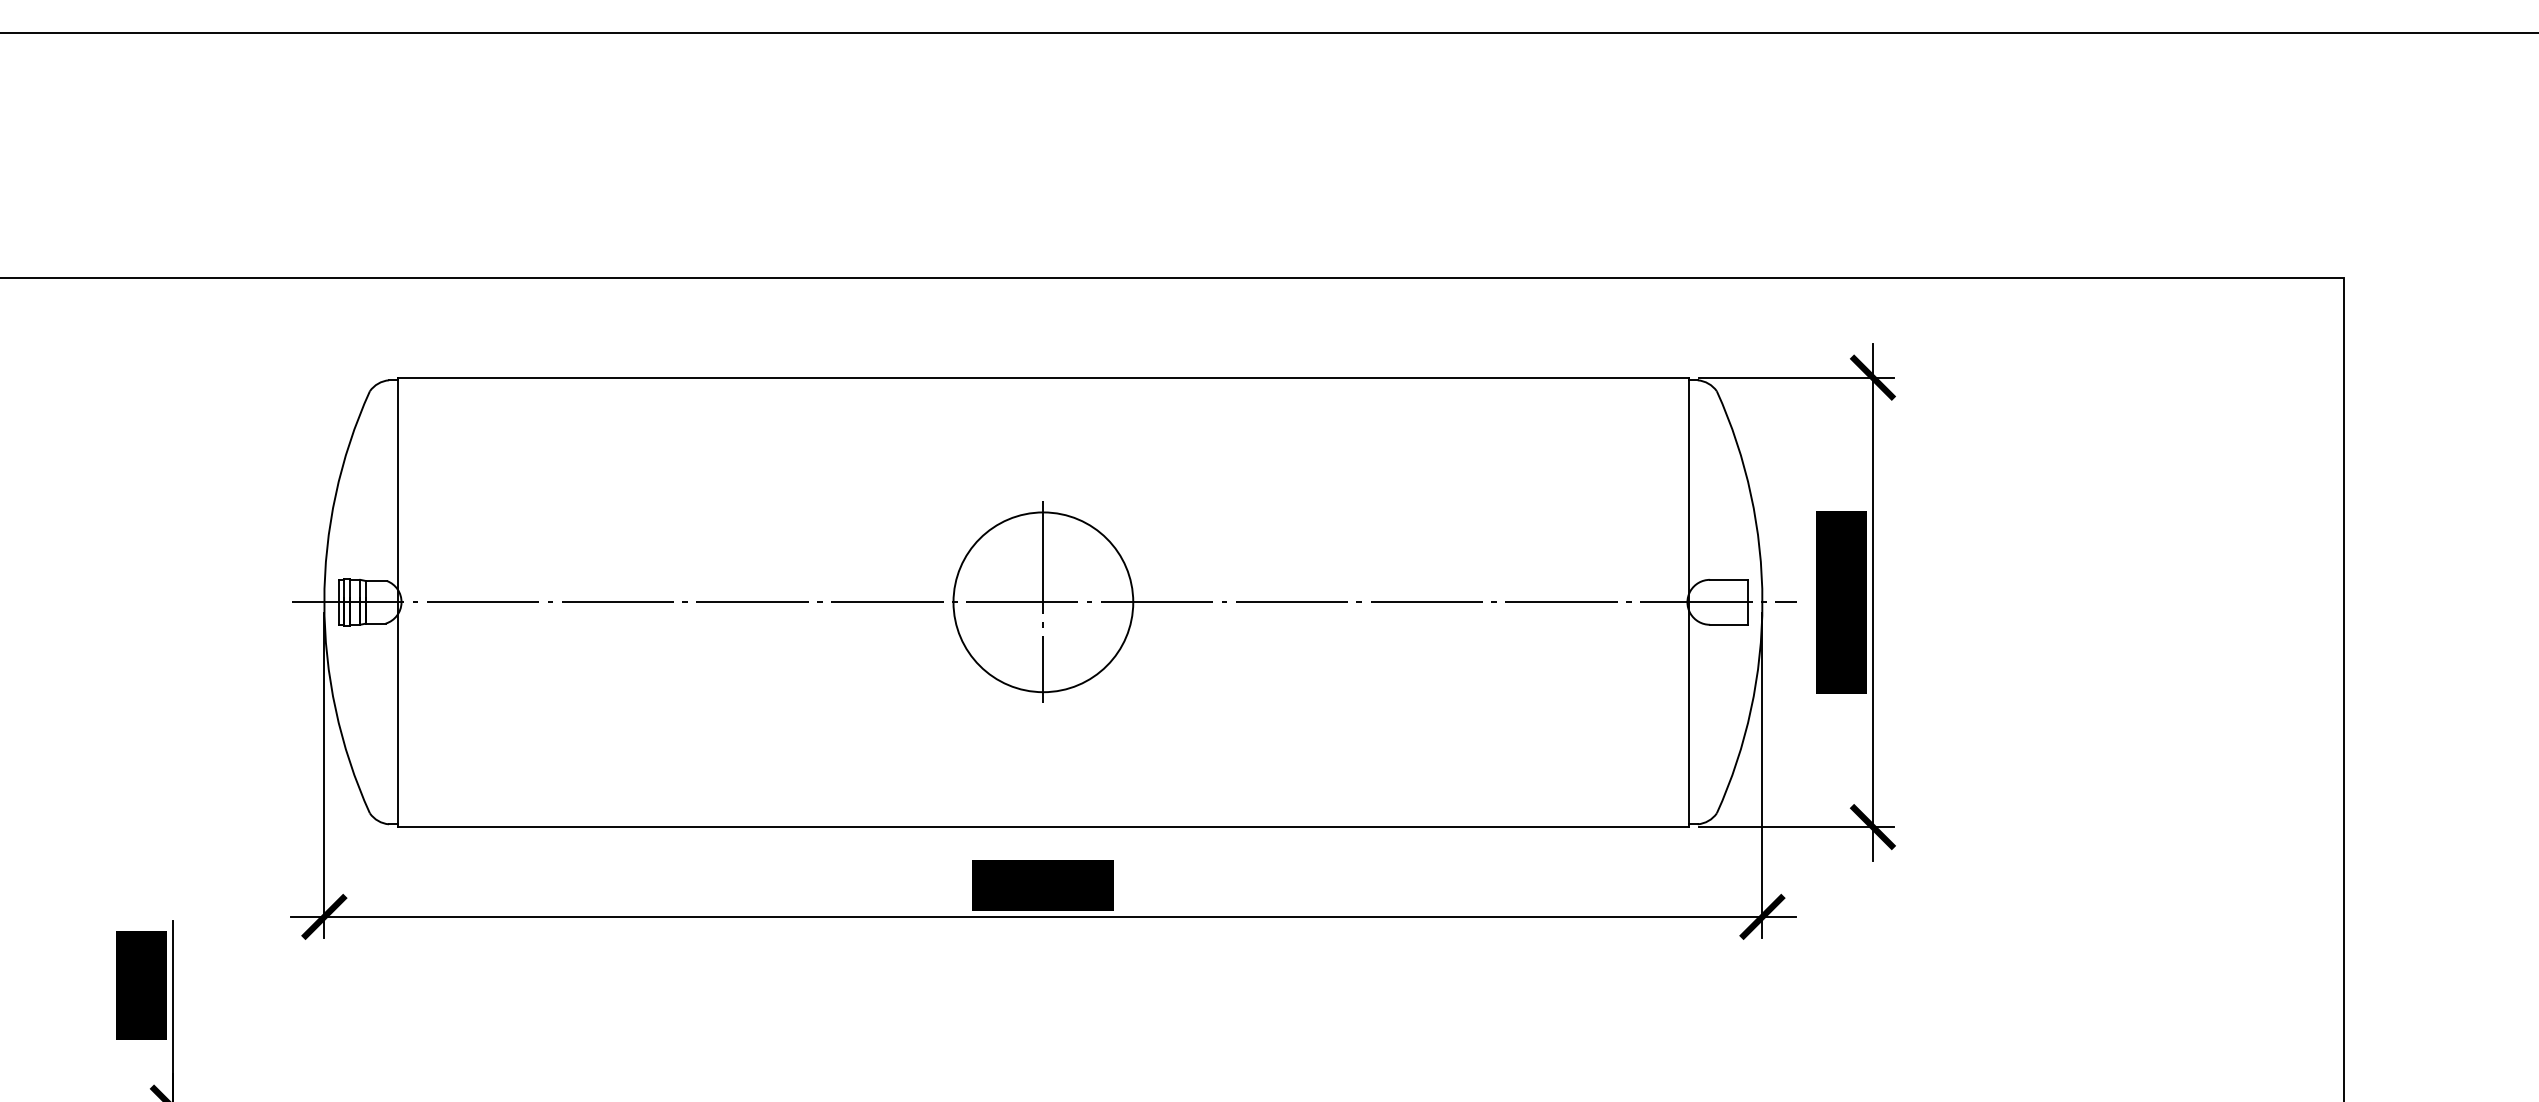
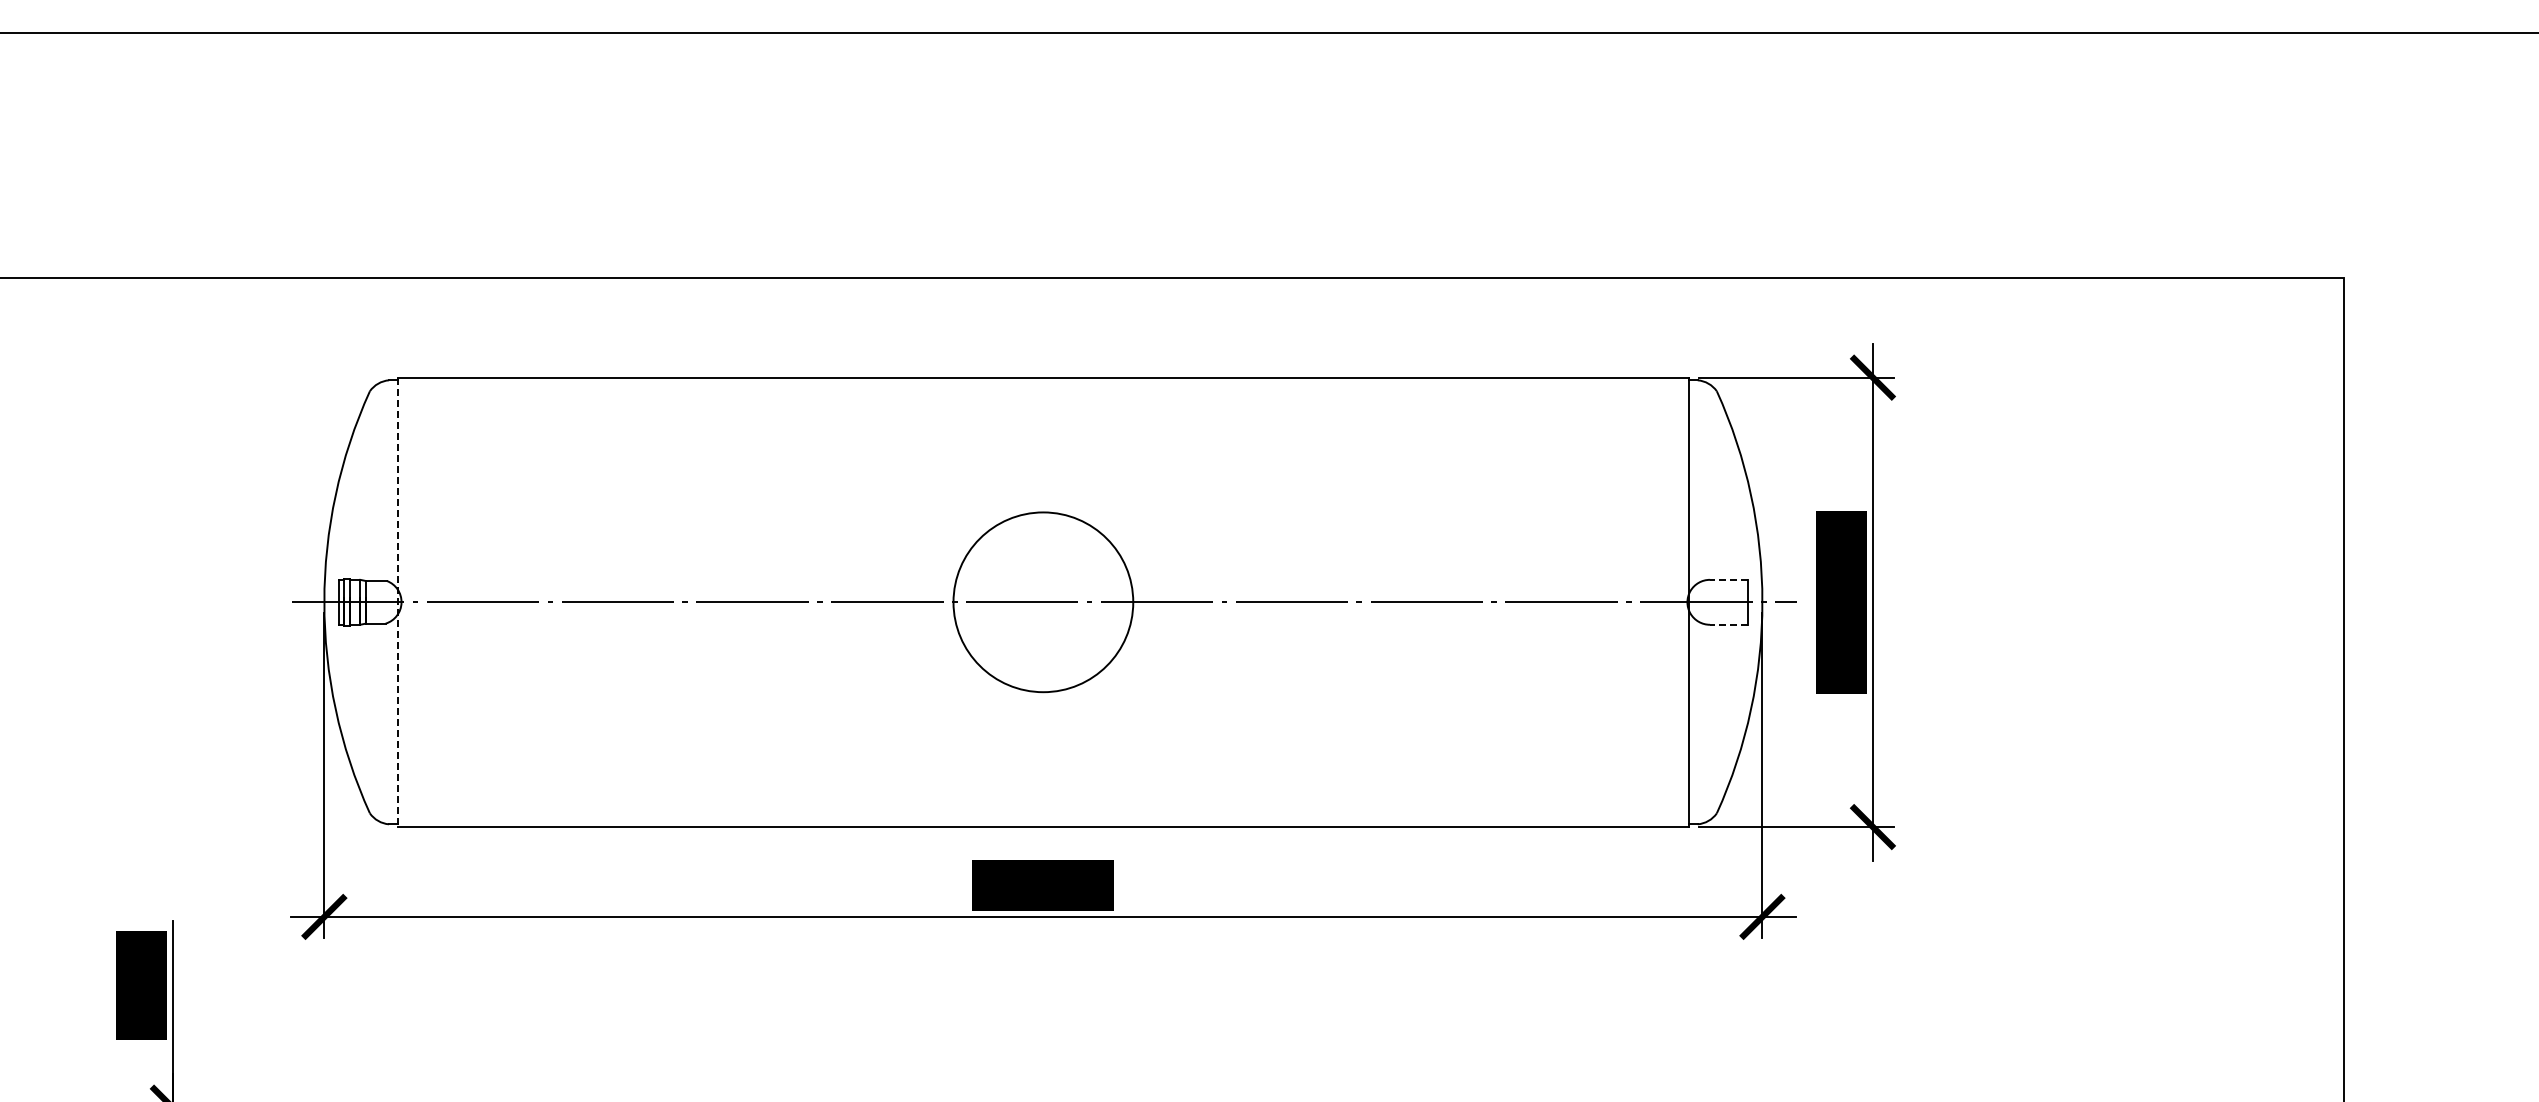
line at (1728, 579): solid -> dashed
line at (398, 602): solid -> dashed
line at (1043, 602): present -> none
line at (1728, 624): solid -> dashed
